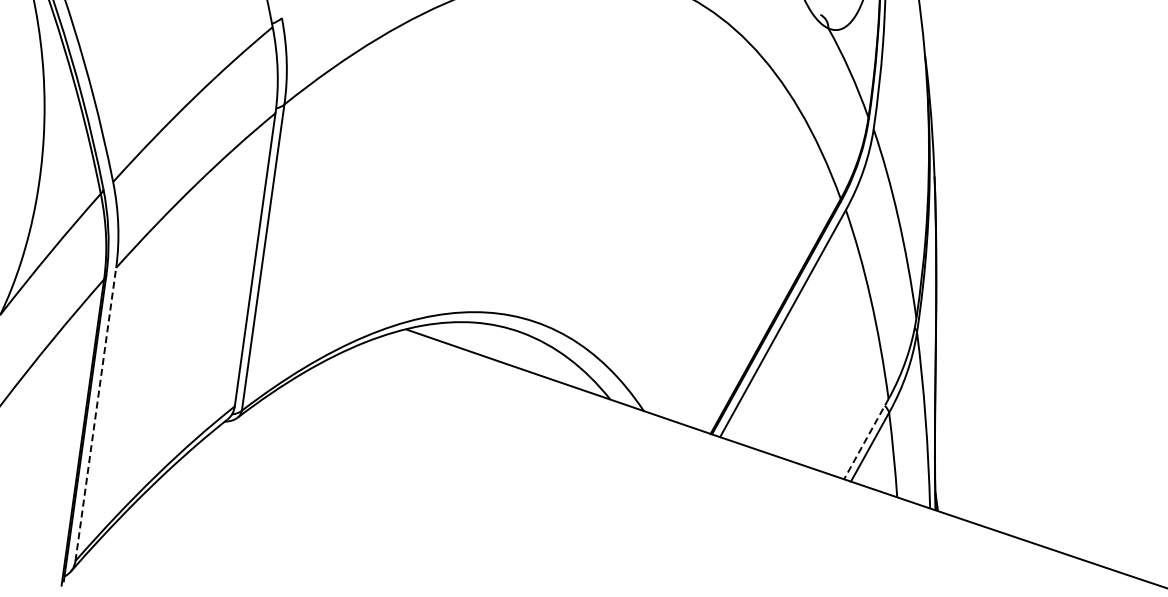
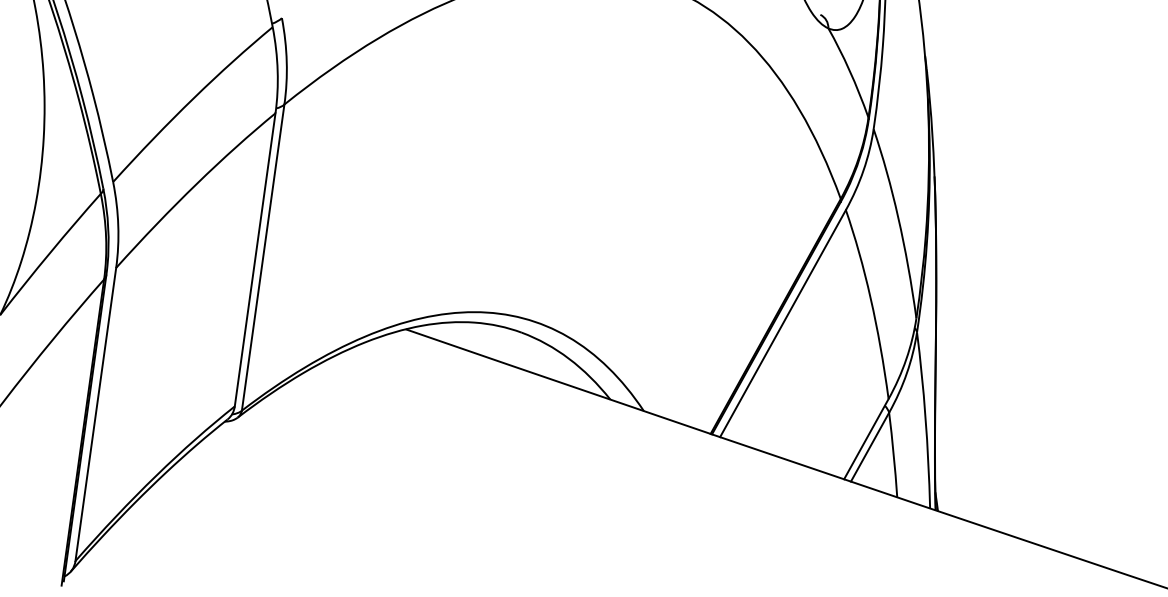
line at (95, 414): dashed -> solid
line at (866, 439): dashed -> solid
